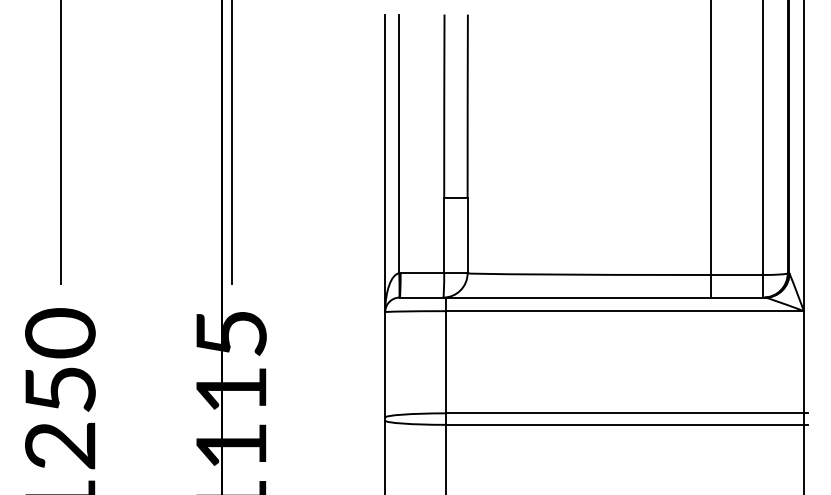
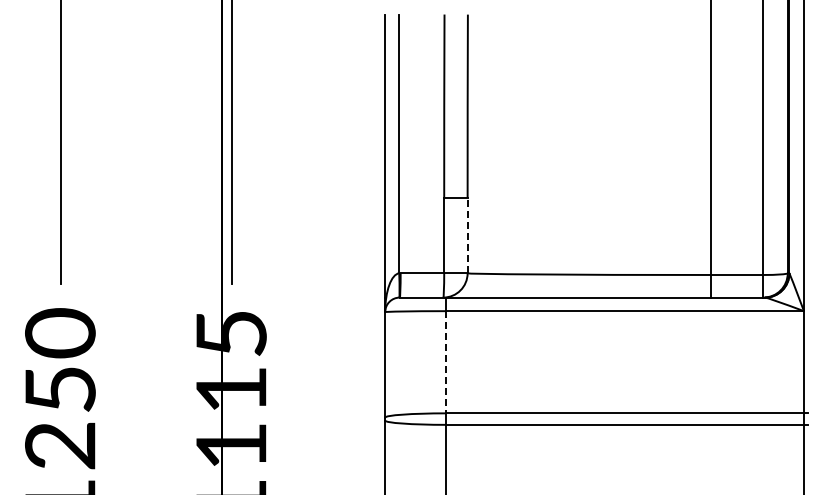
line at (467, 235): solid -> dashed
line at (445, 362): solid -> dashed
